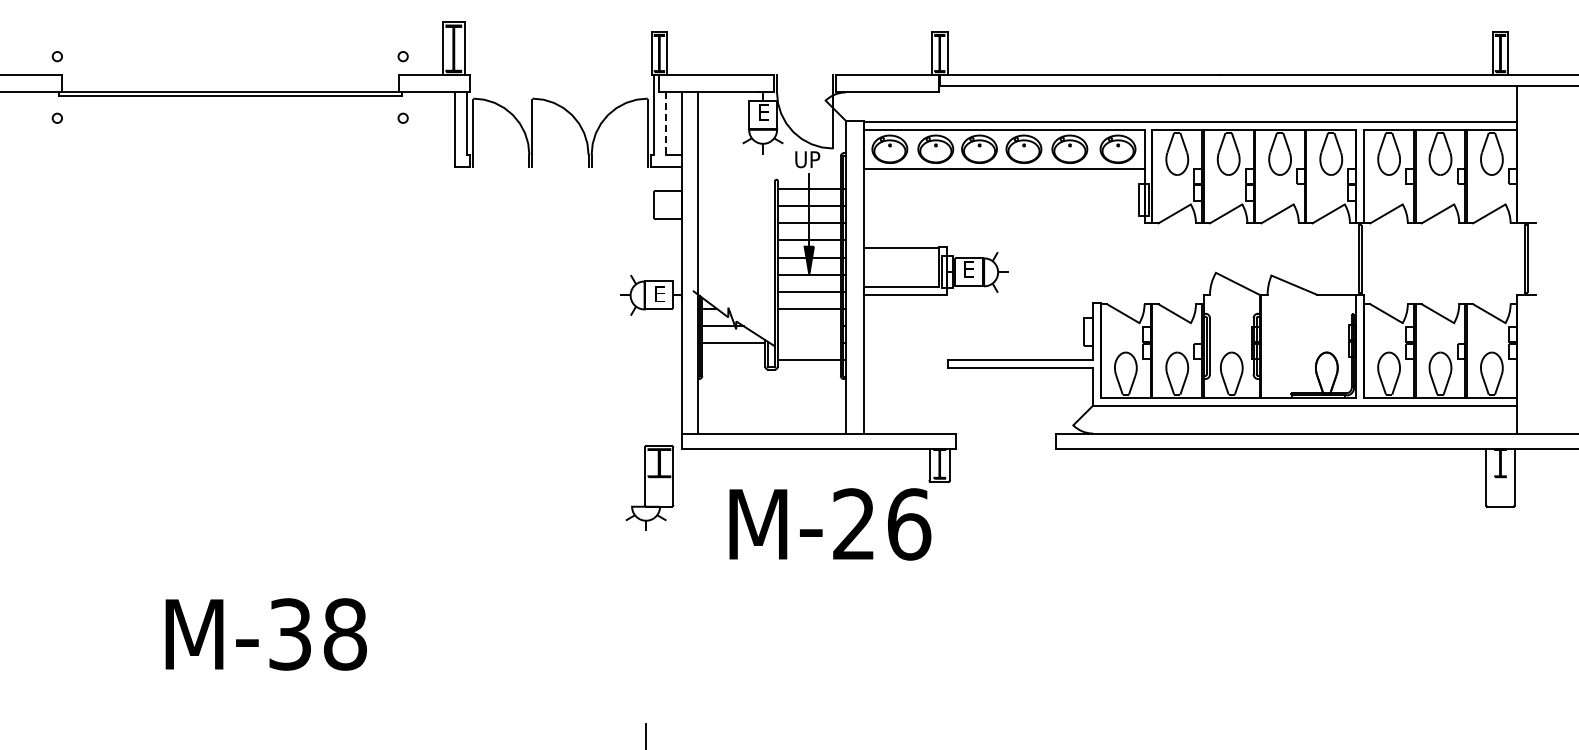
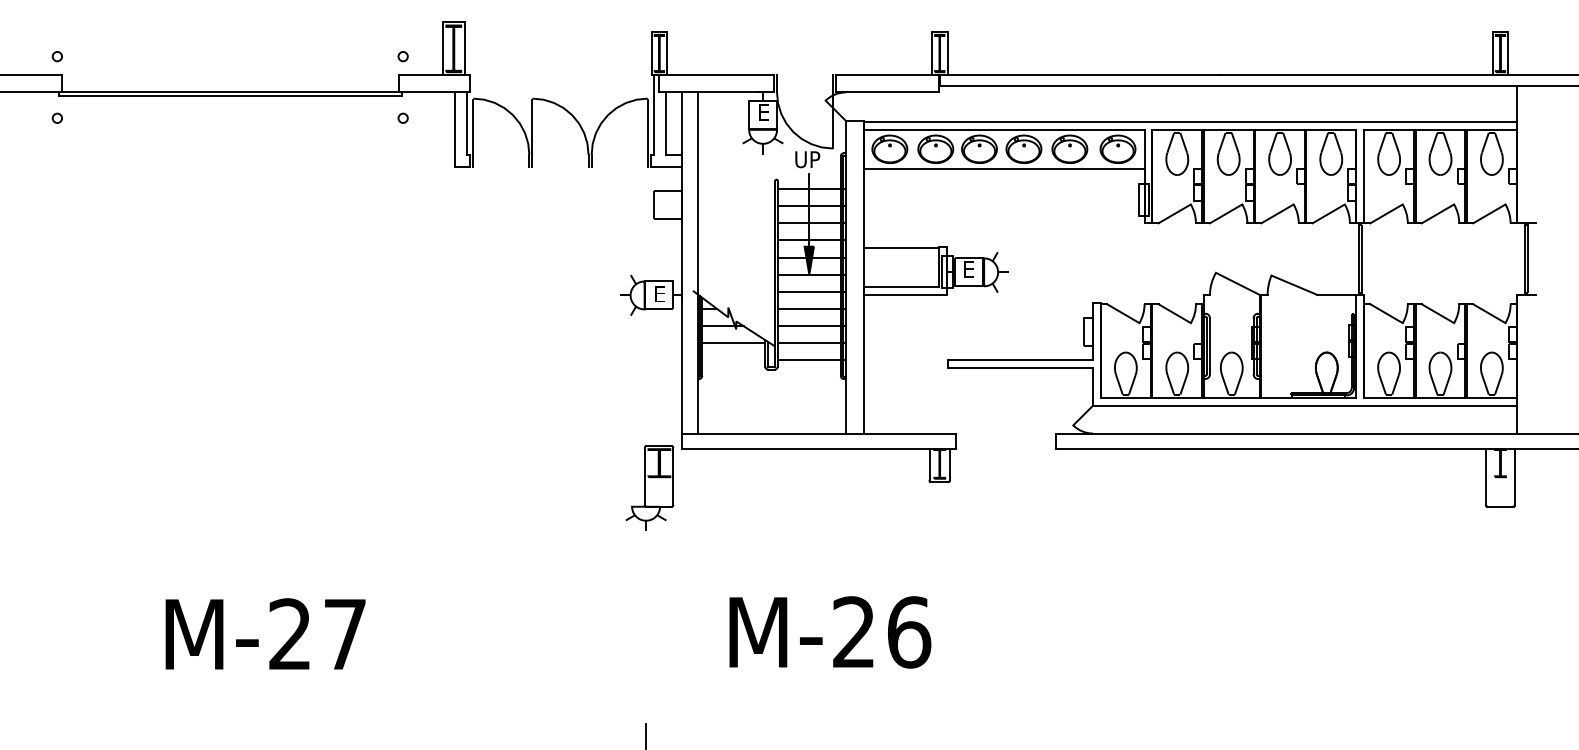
line at (666, 124): dashed -> solid
line at (808, 326): none -> present
line at (808, 343): none -> present
text at (830, 524) position: (830, 524) -> (830, 632)
text at (317, 634): M-38 -> M-27
